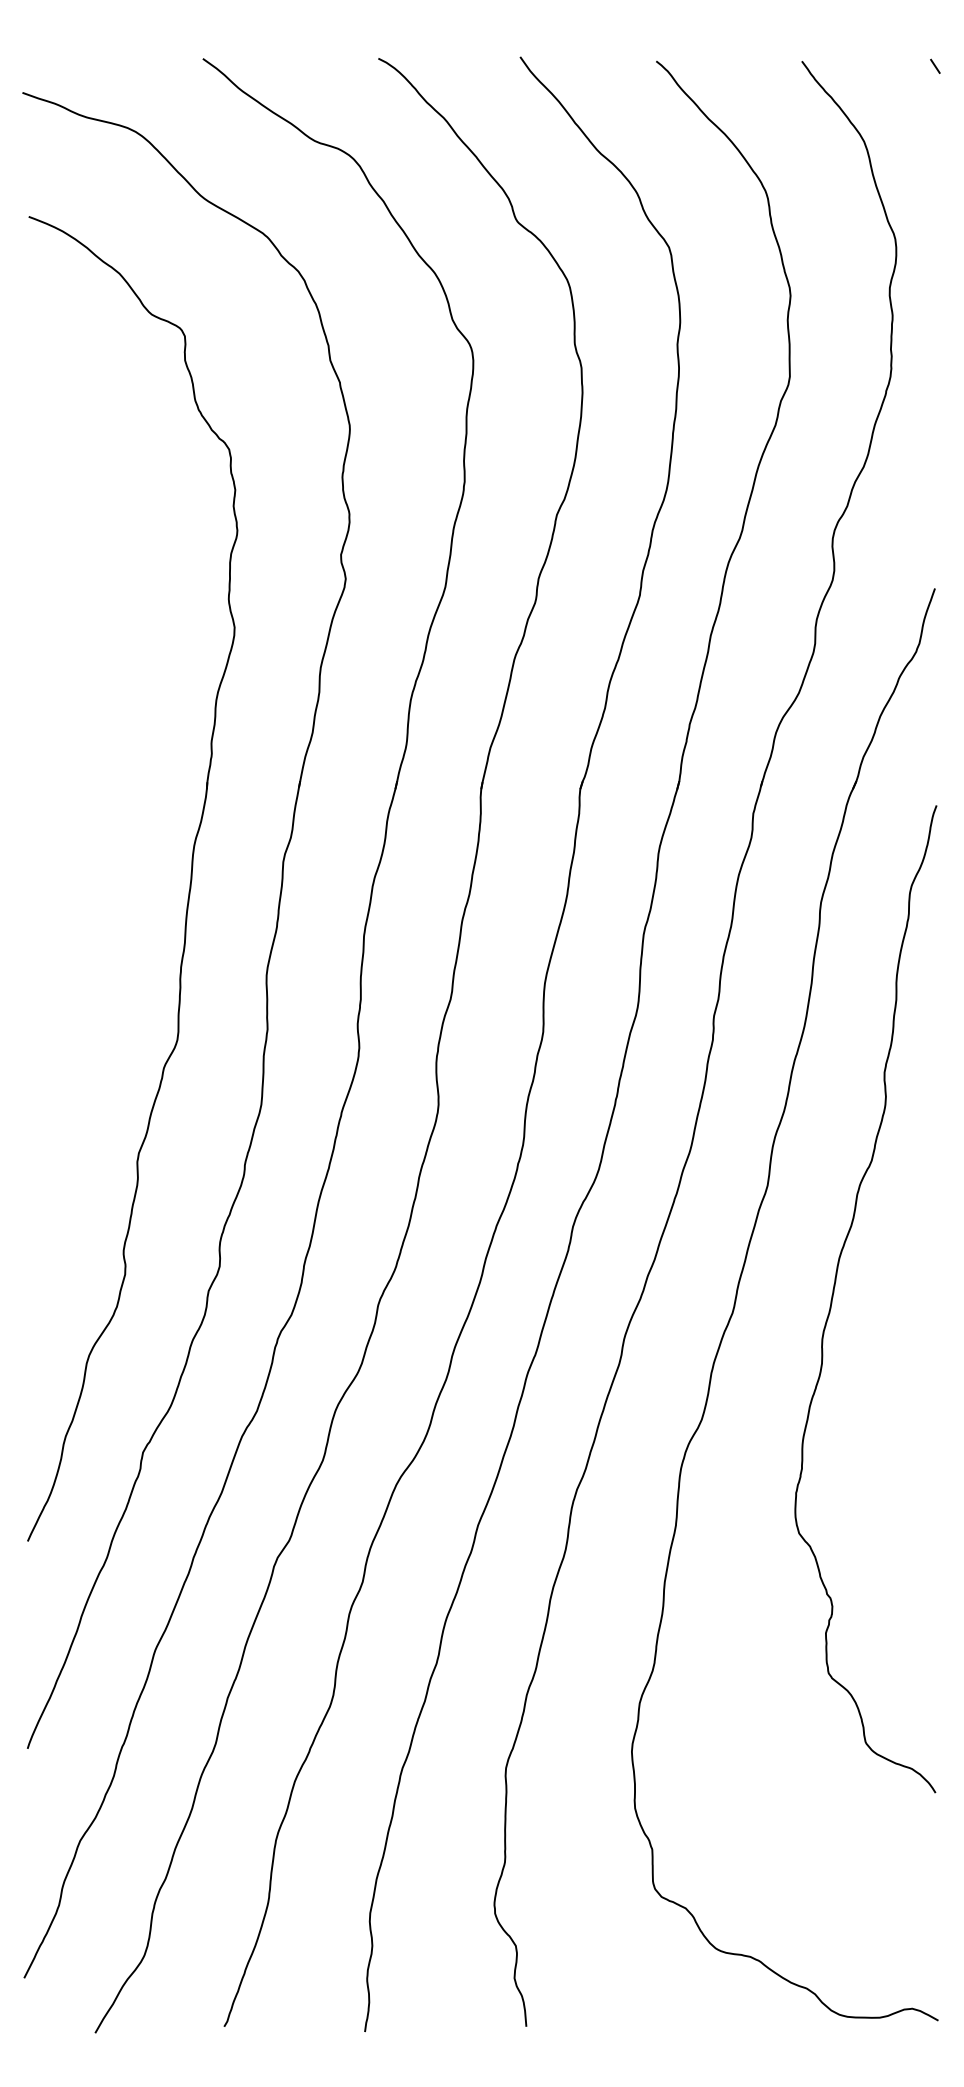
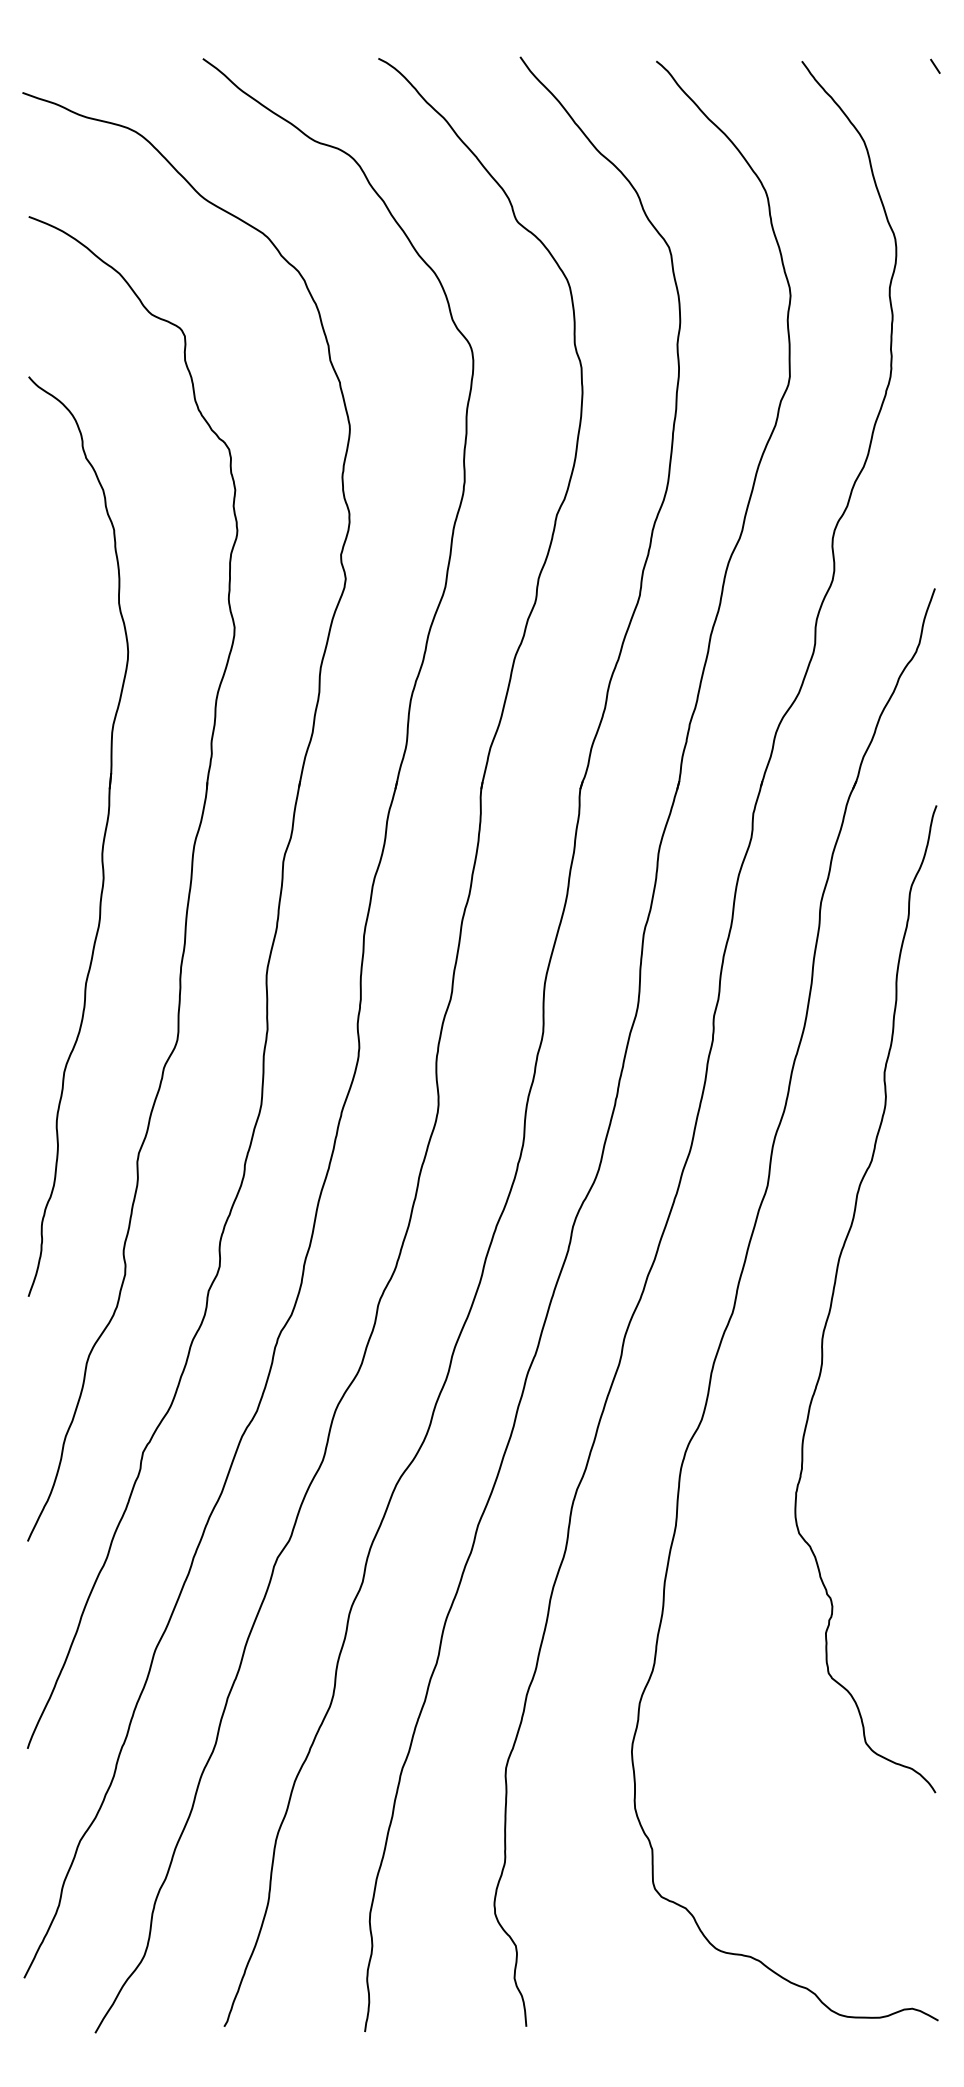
part at (102, 841): none -> present
